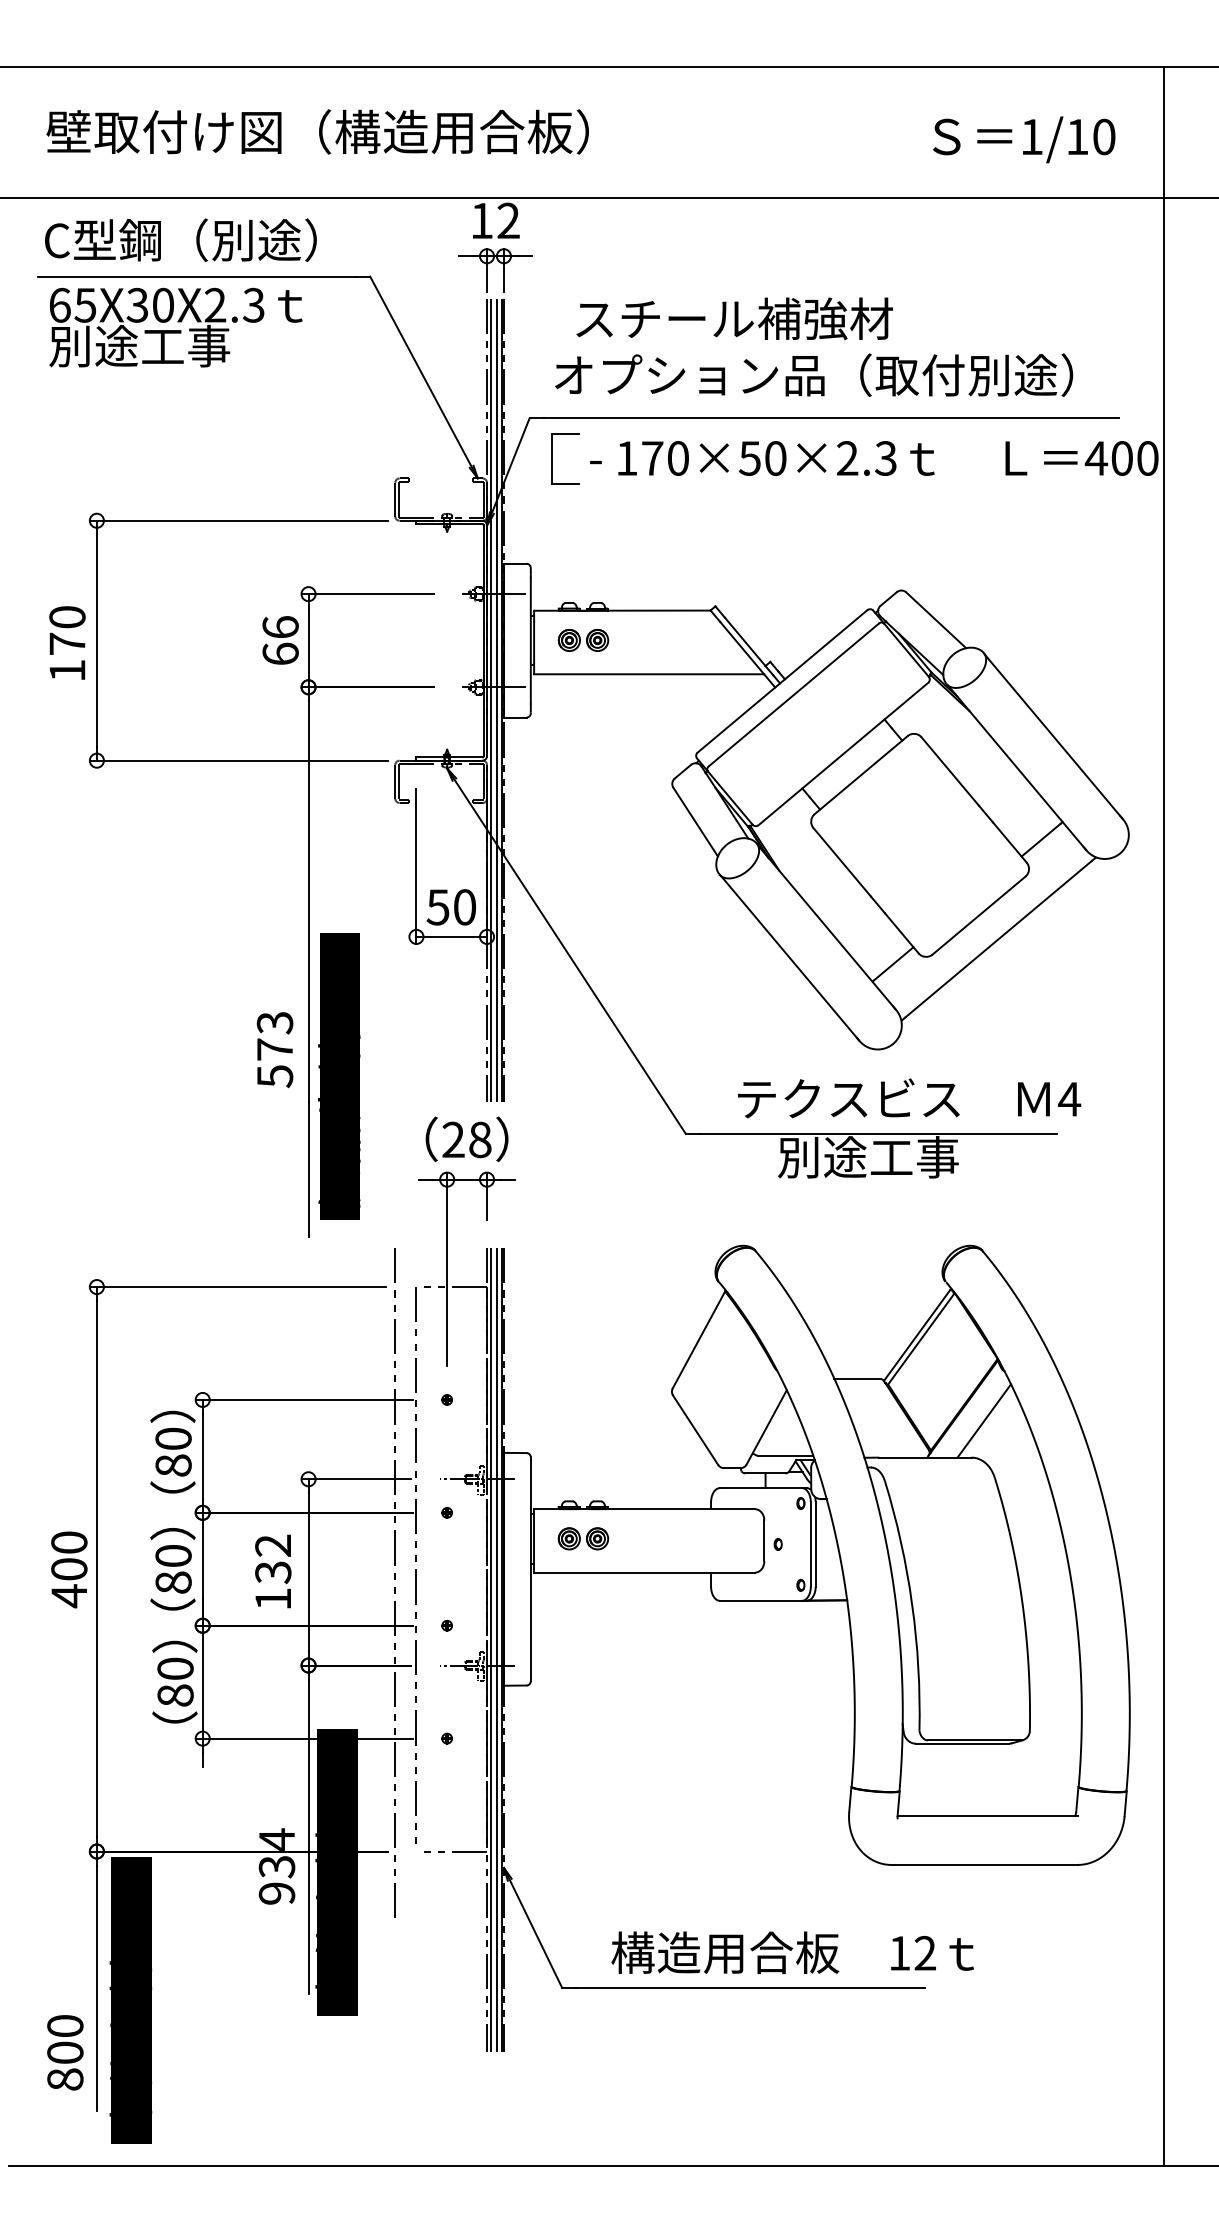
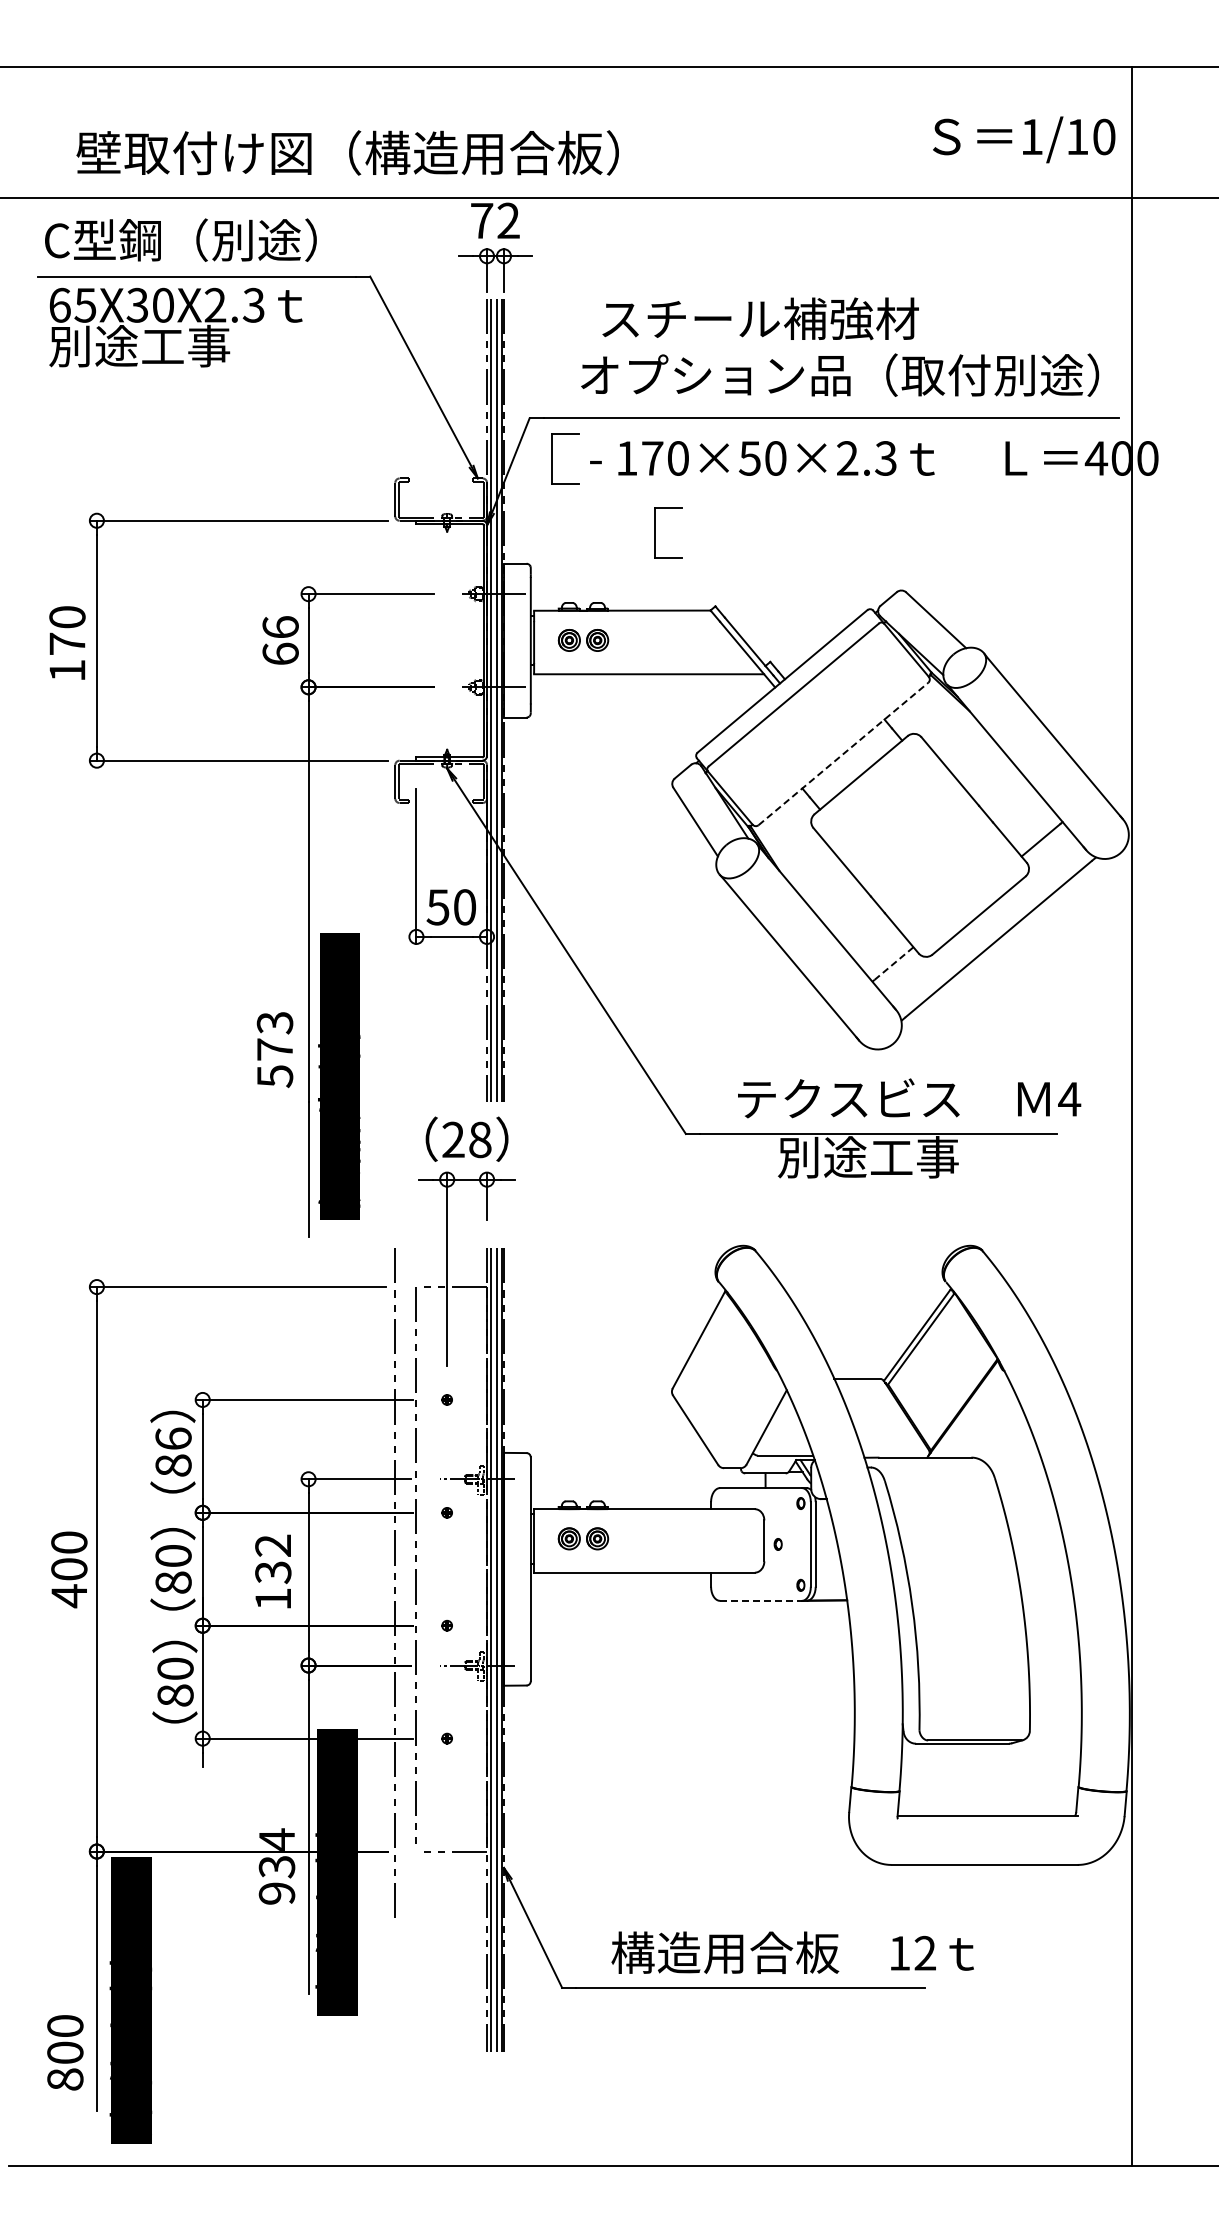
text at (317, 131) position: (317, 131) -> (347, 152)
text at (482, 220): 12 -> 72
text at (814, 346) position: (814, 346) -> (840, 346)
part at (655, 532): none -> present
line at (843, 754): solid -> dashed
line at (893, 963): solid -> dashed
line at (1164, 1116) position: (1164, 1116) -> (1132, 1116)
line at (984, 1420): present -> none
text at (173, 1438): 80 -> 86
line at (760, 1600): solid -> dashed
